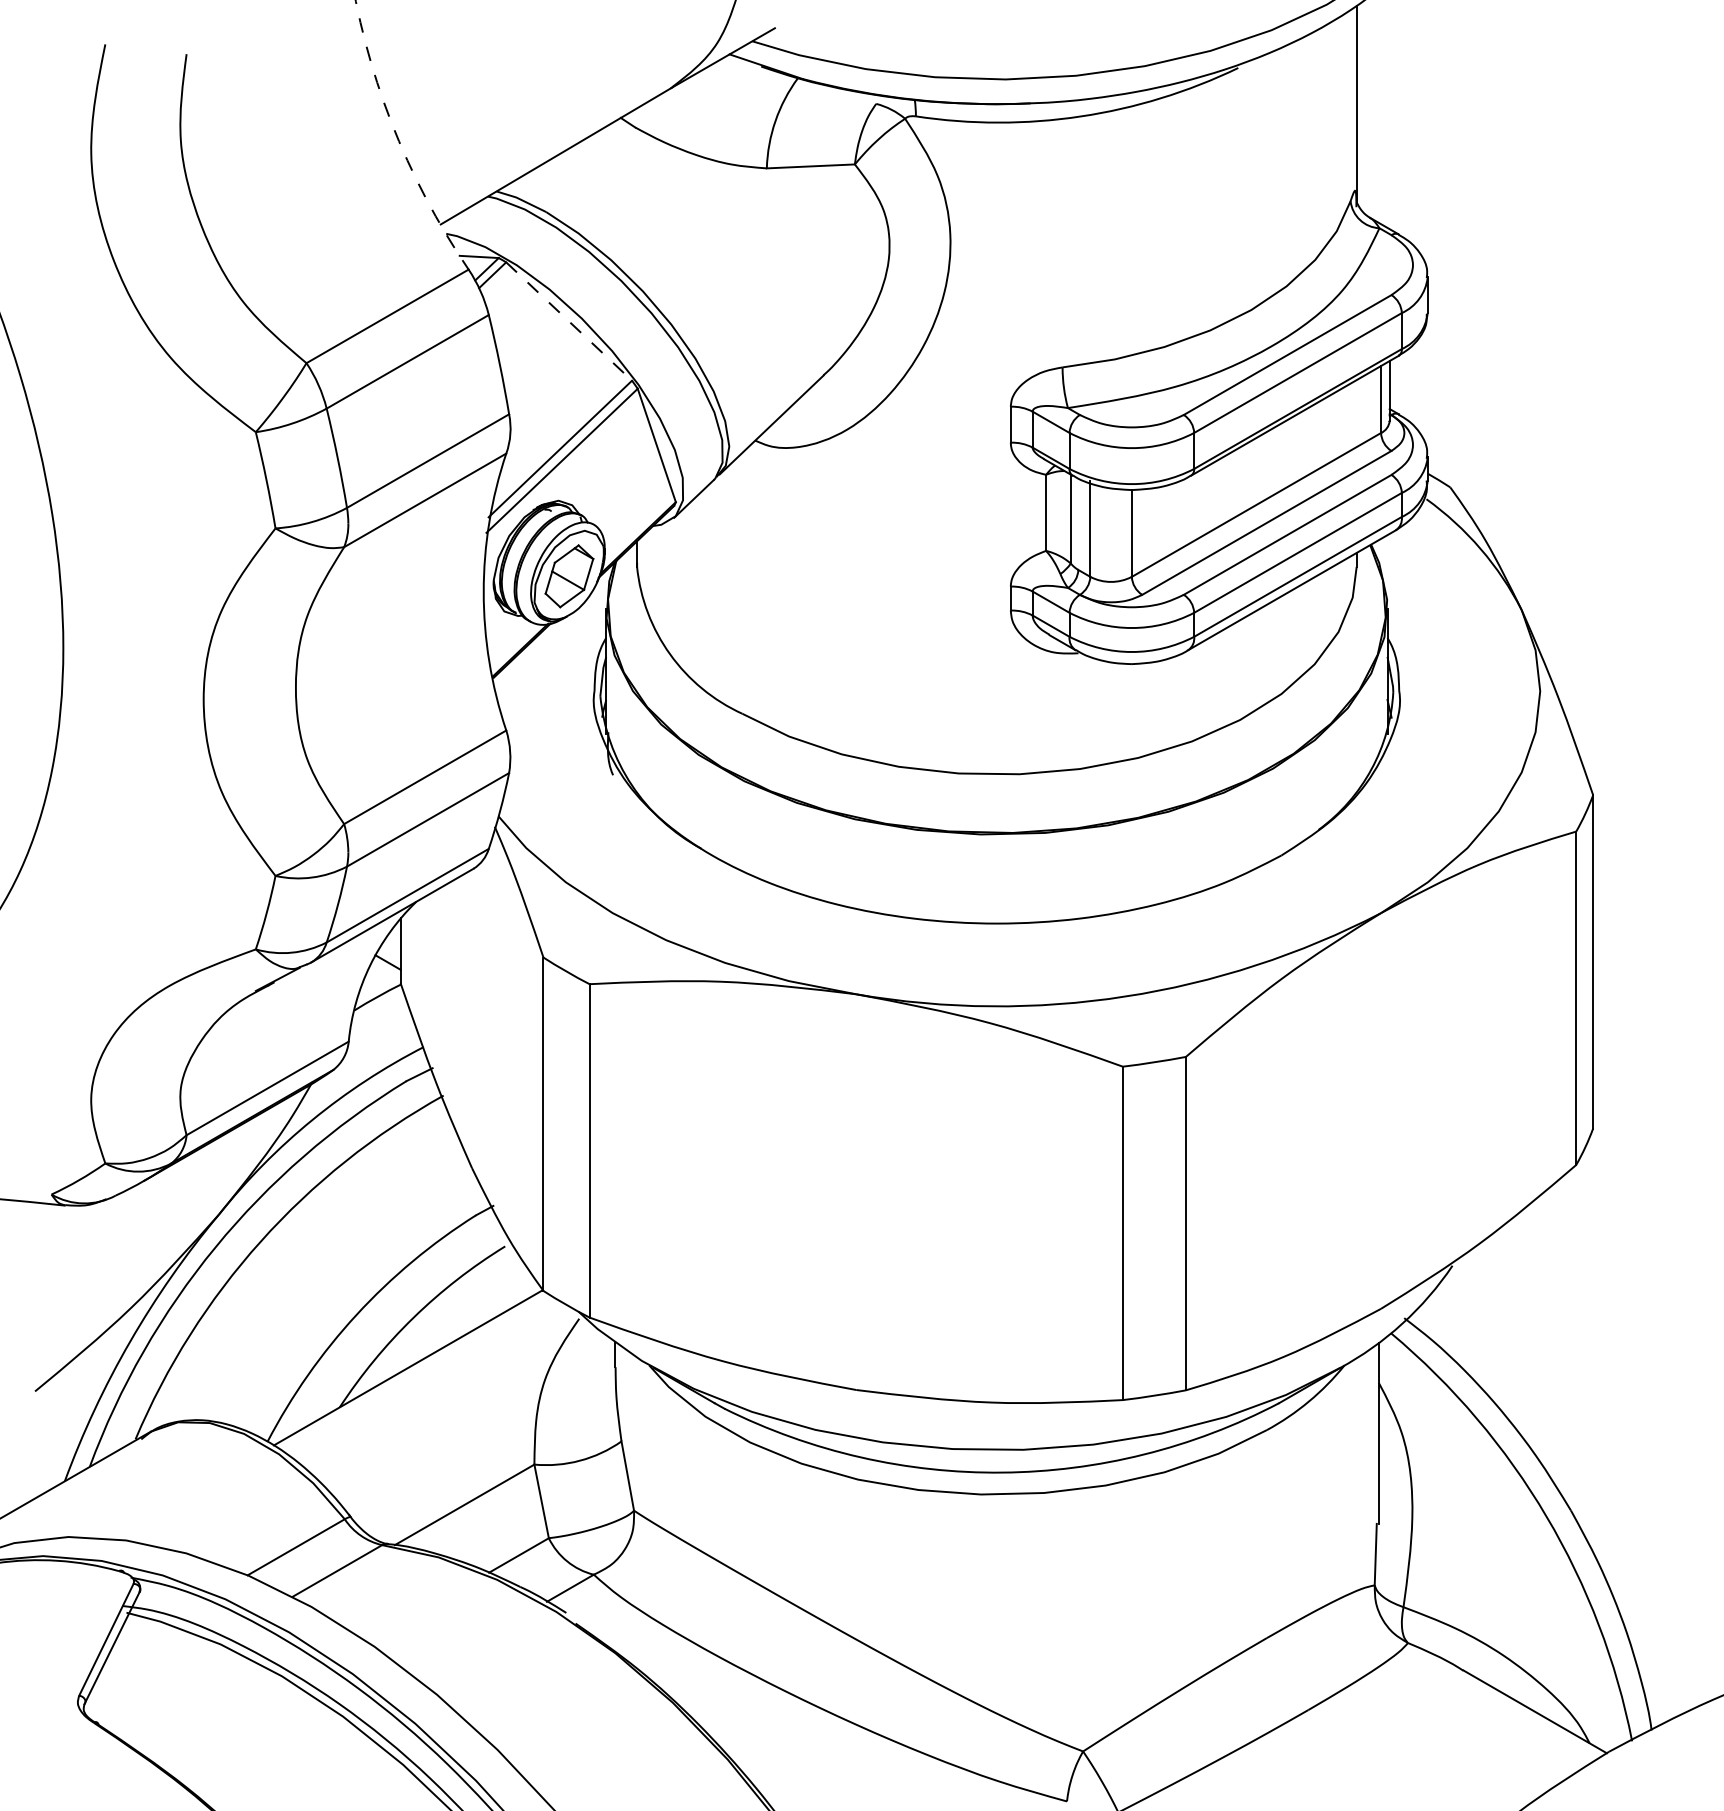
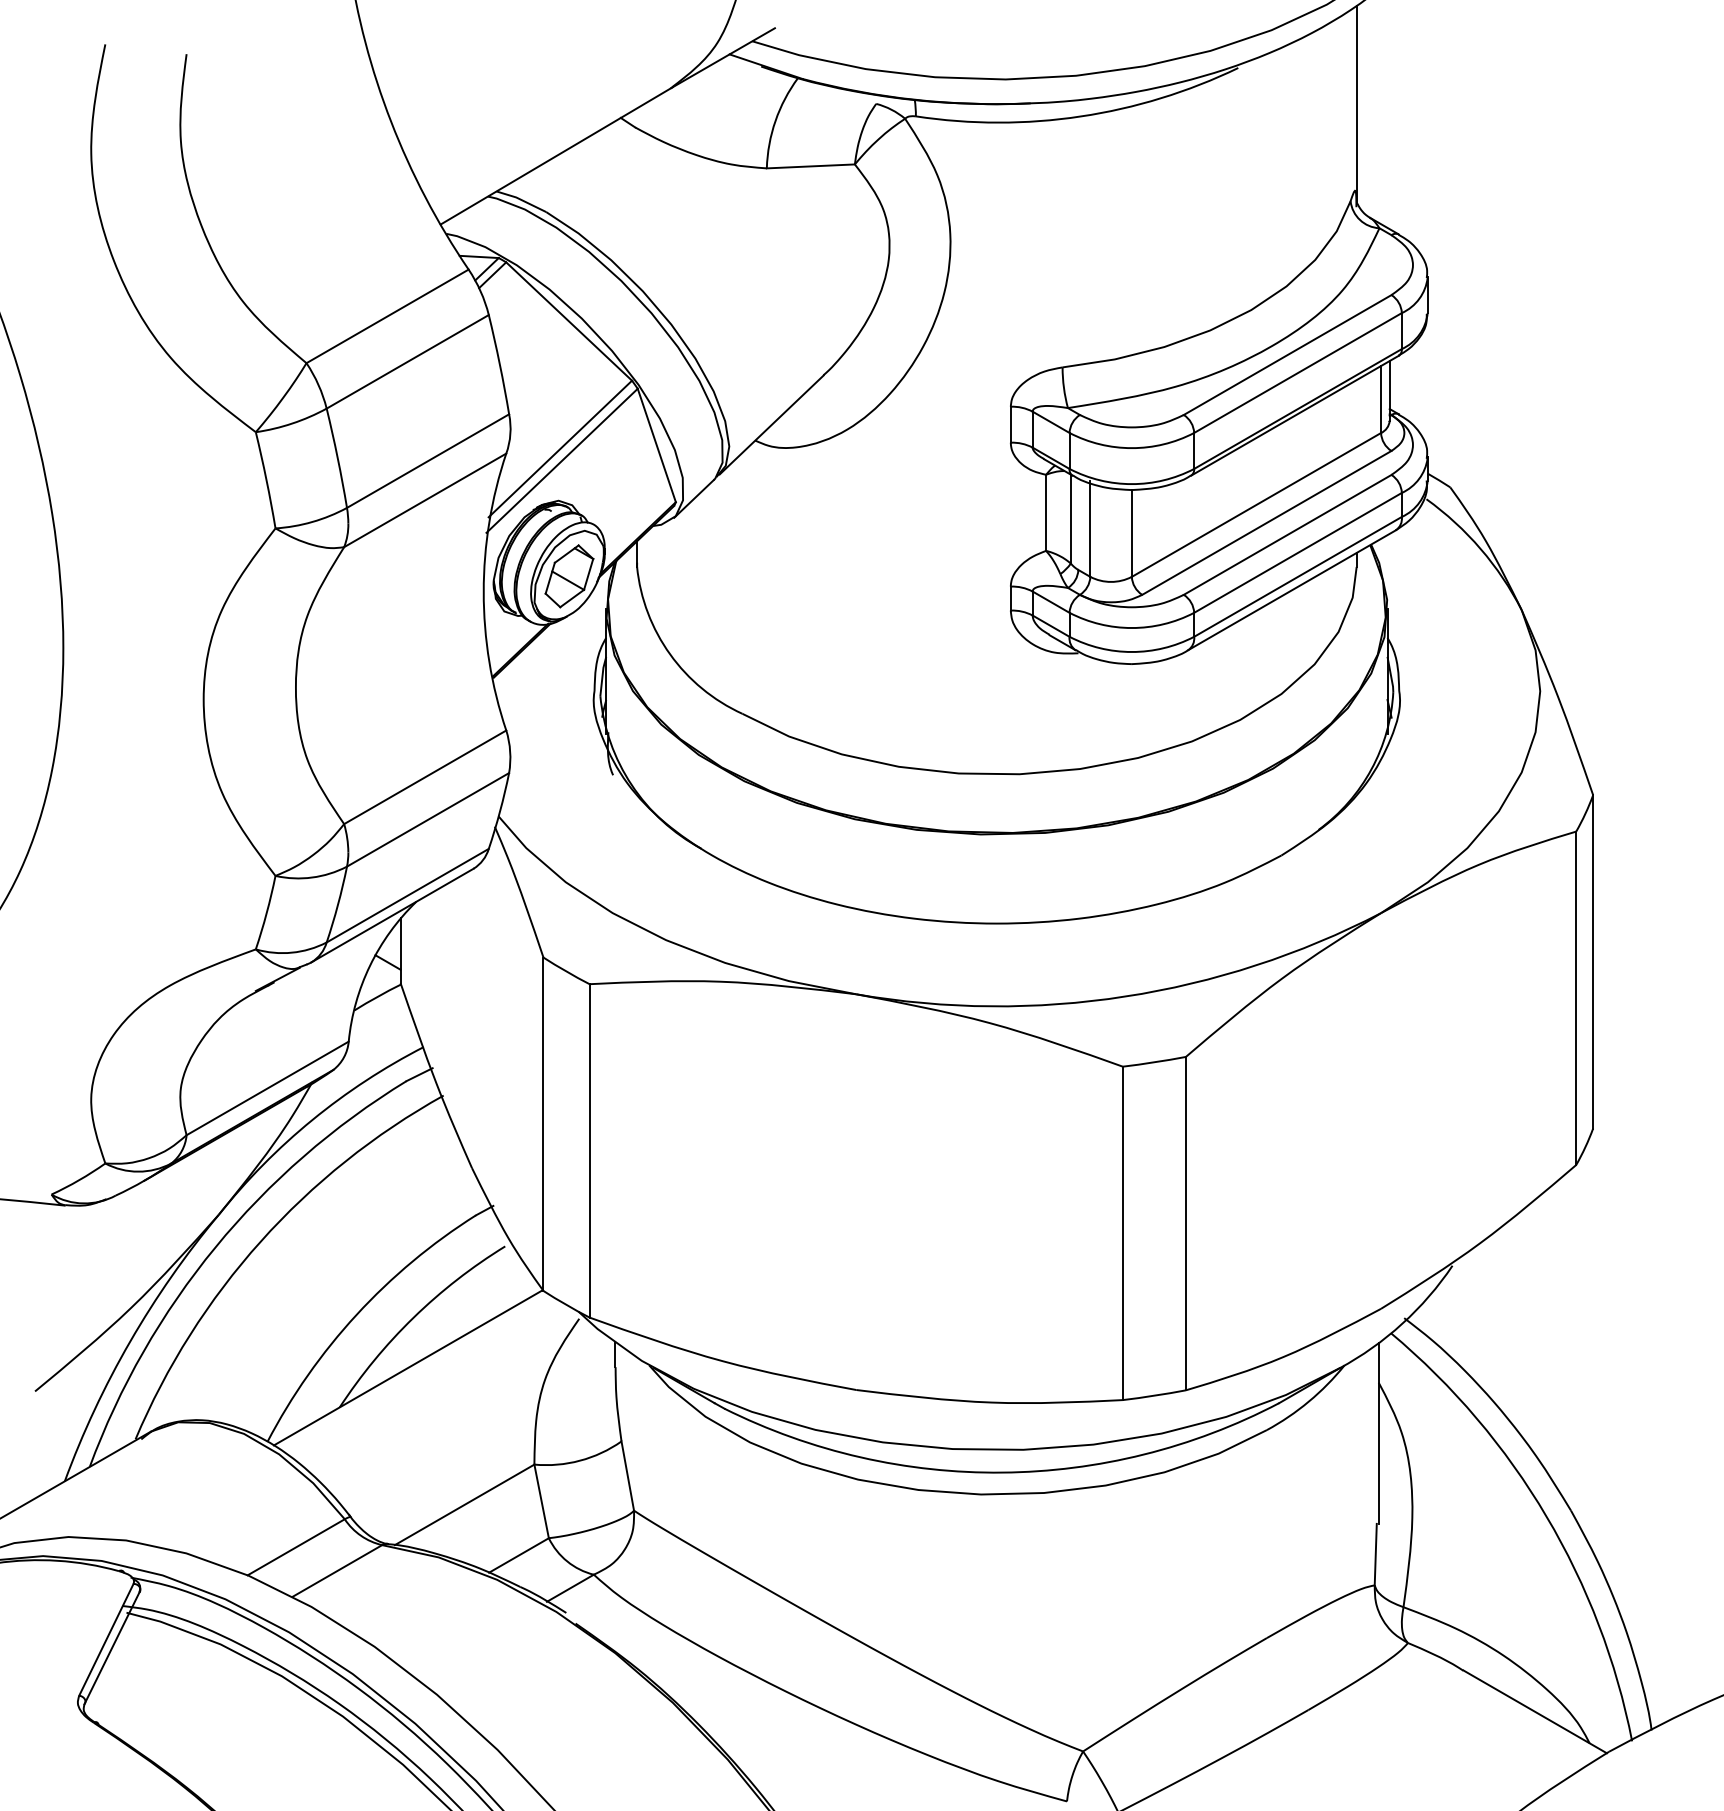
arc at (399, 141): dashed -> solid
line at (569, 321): dashed -> solid
